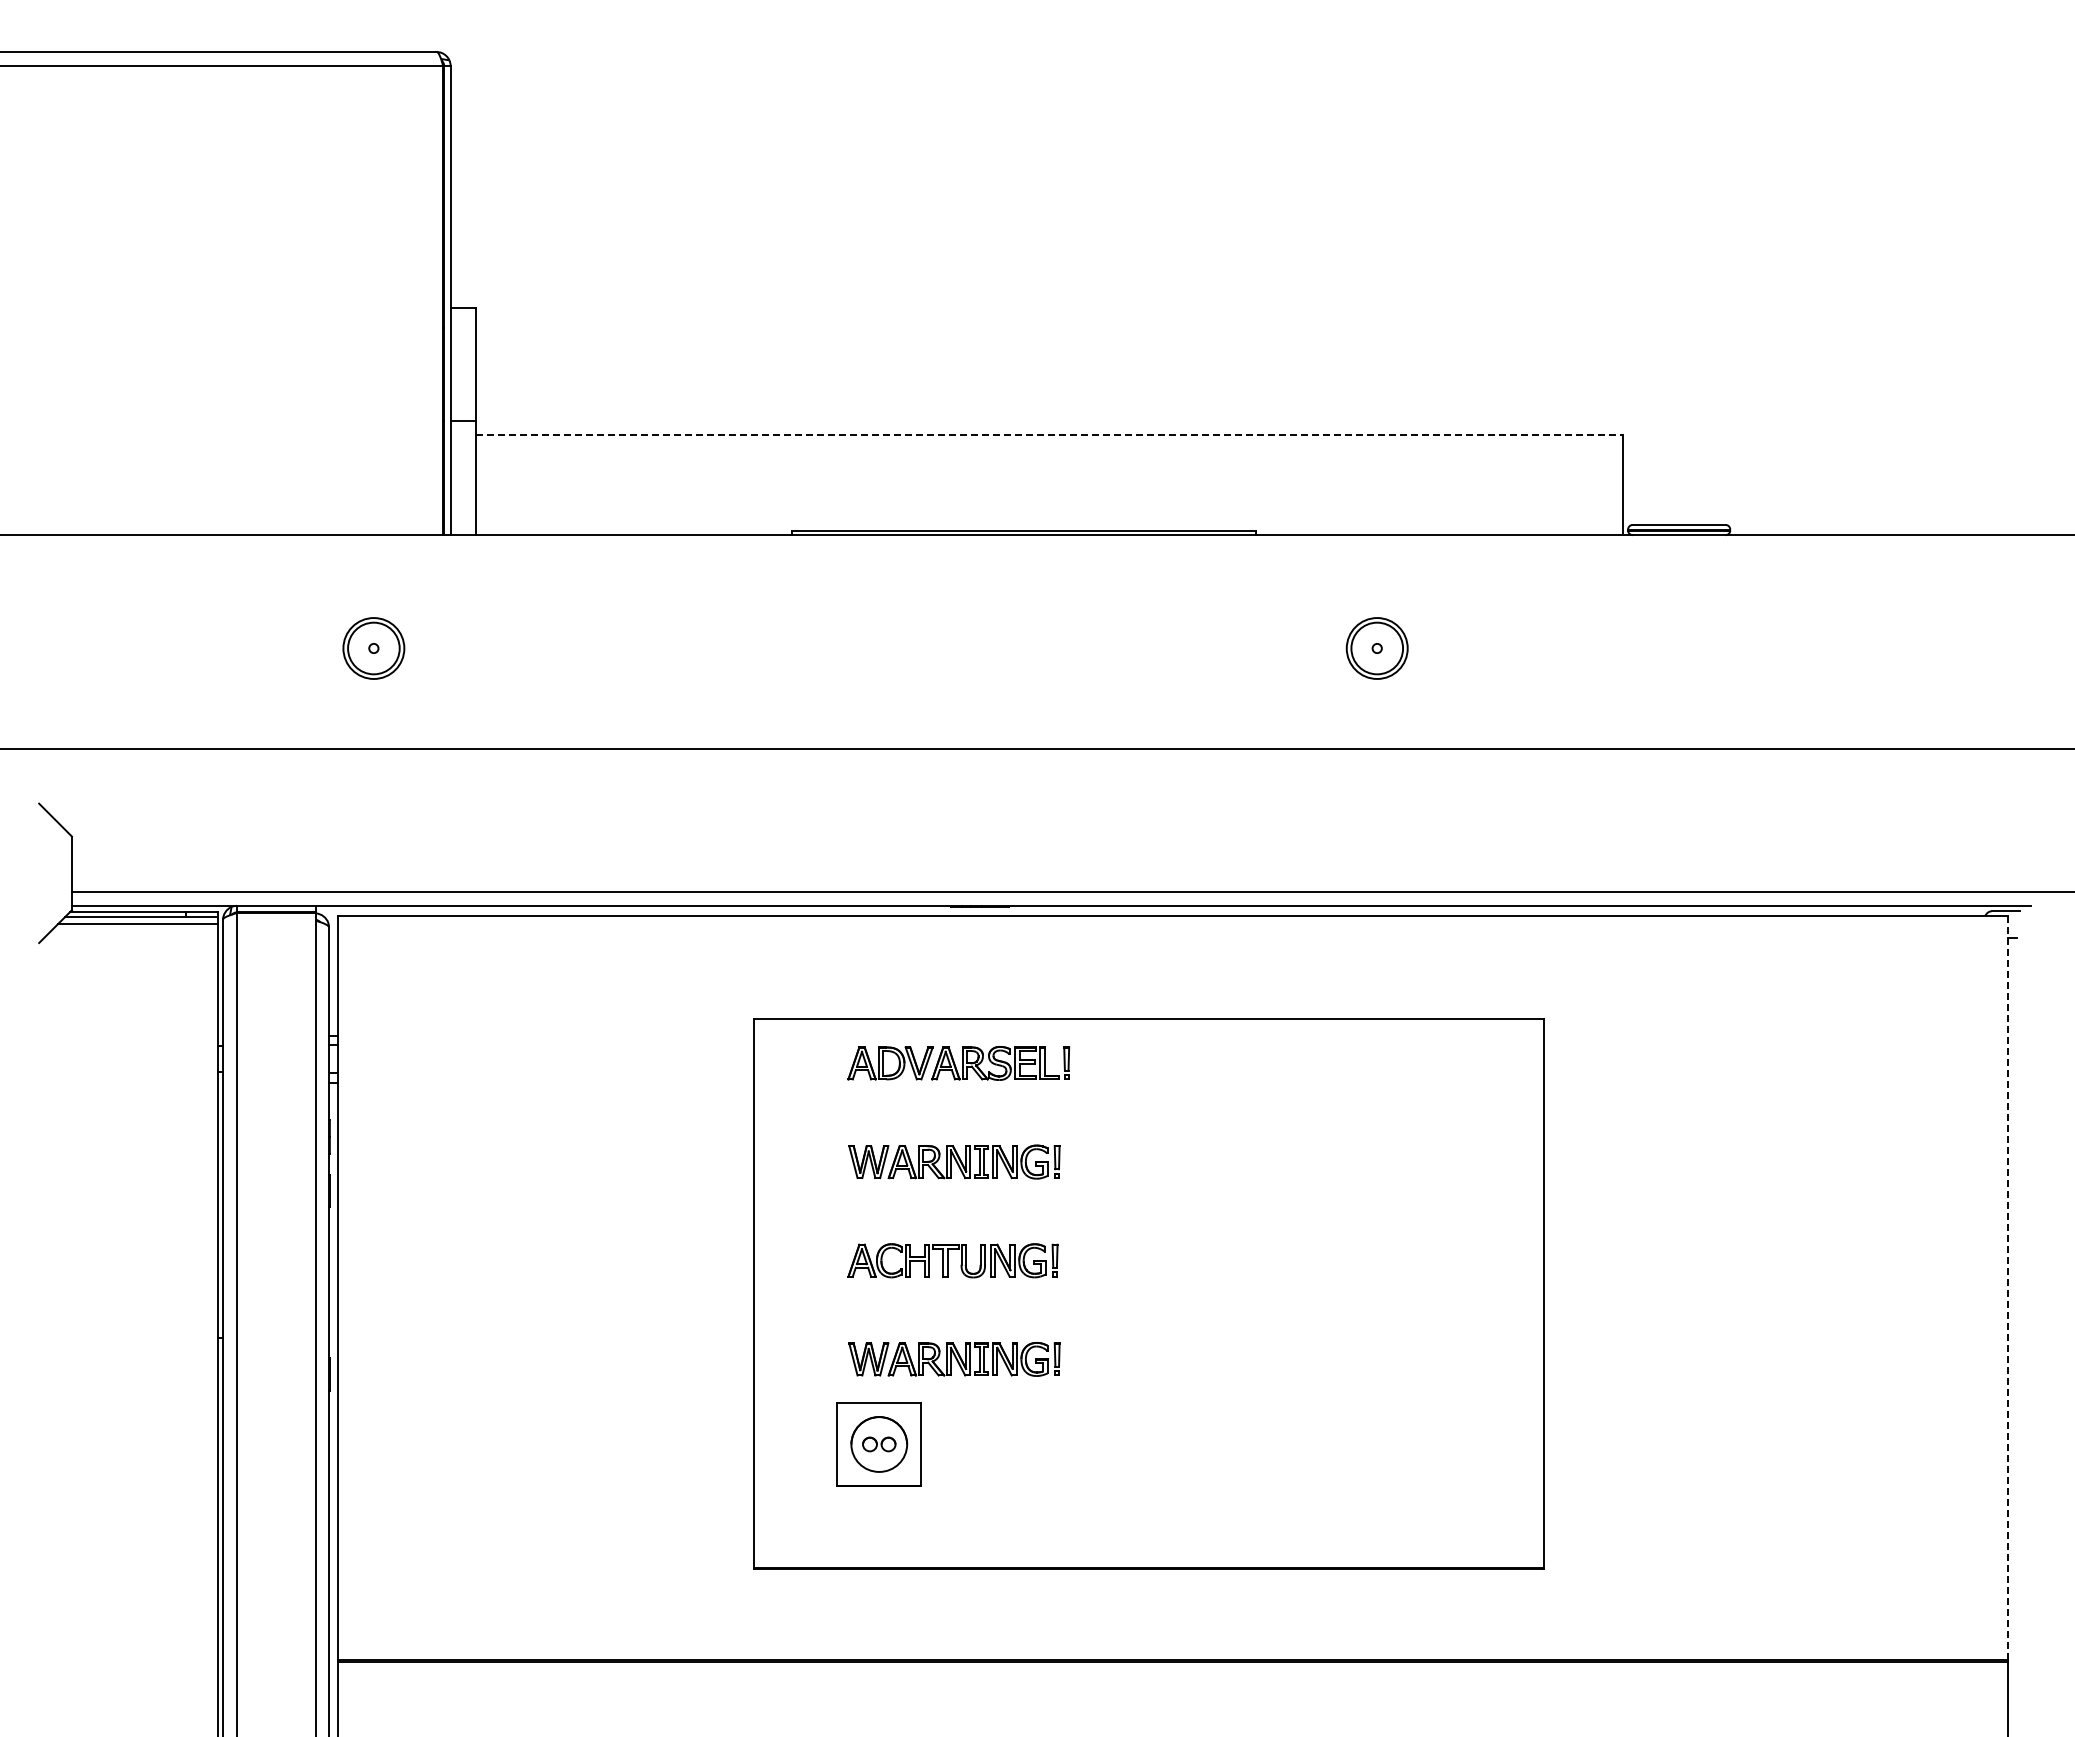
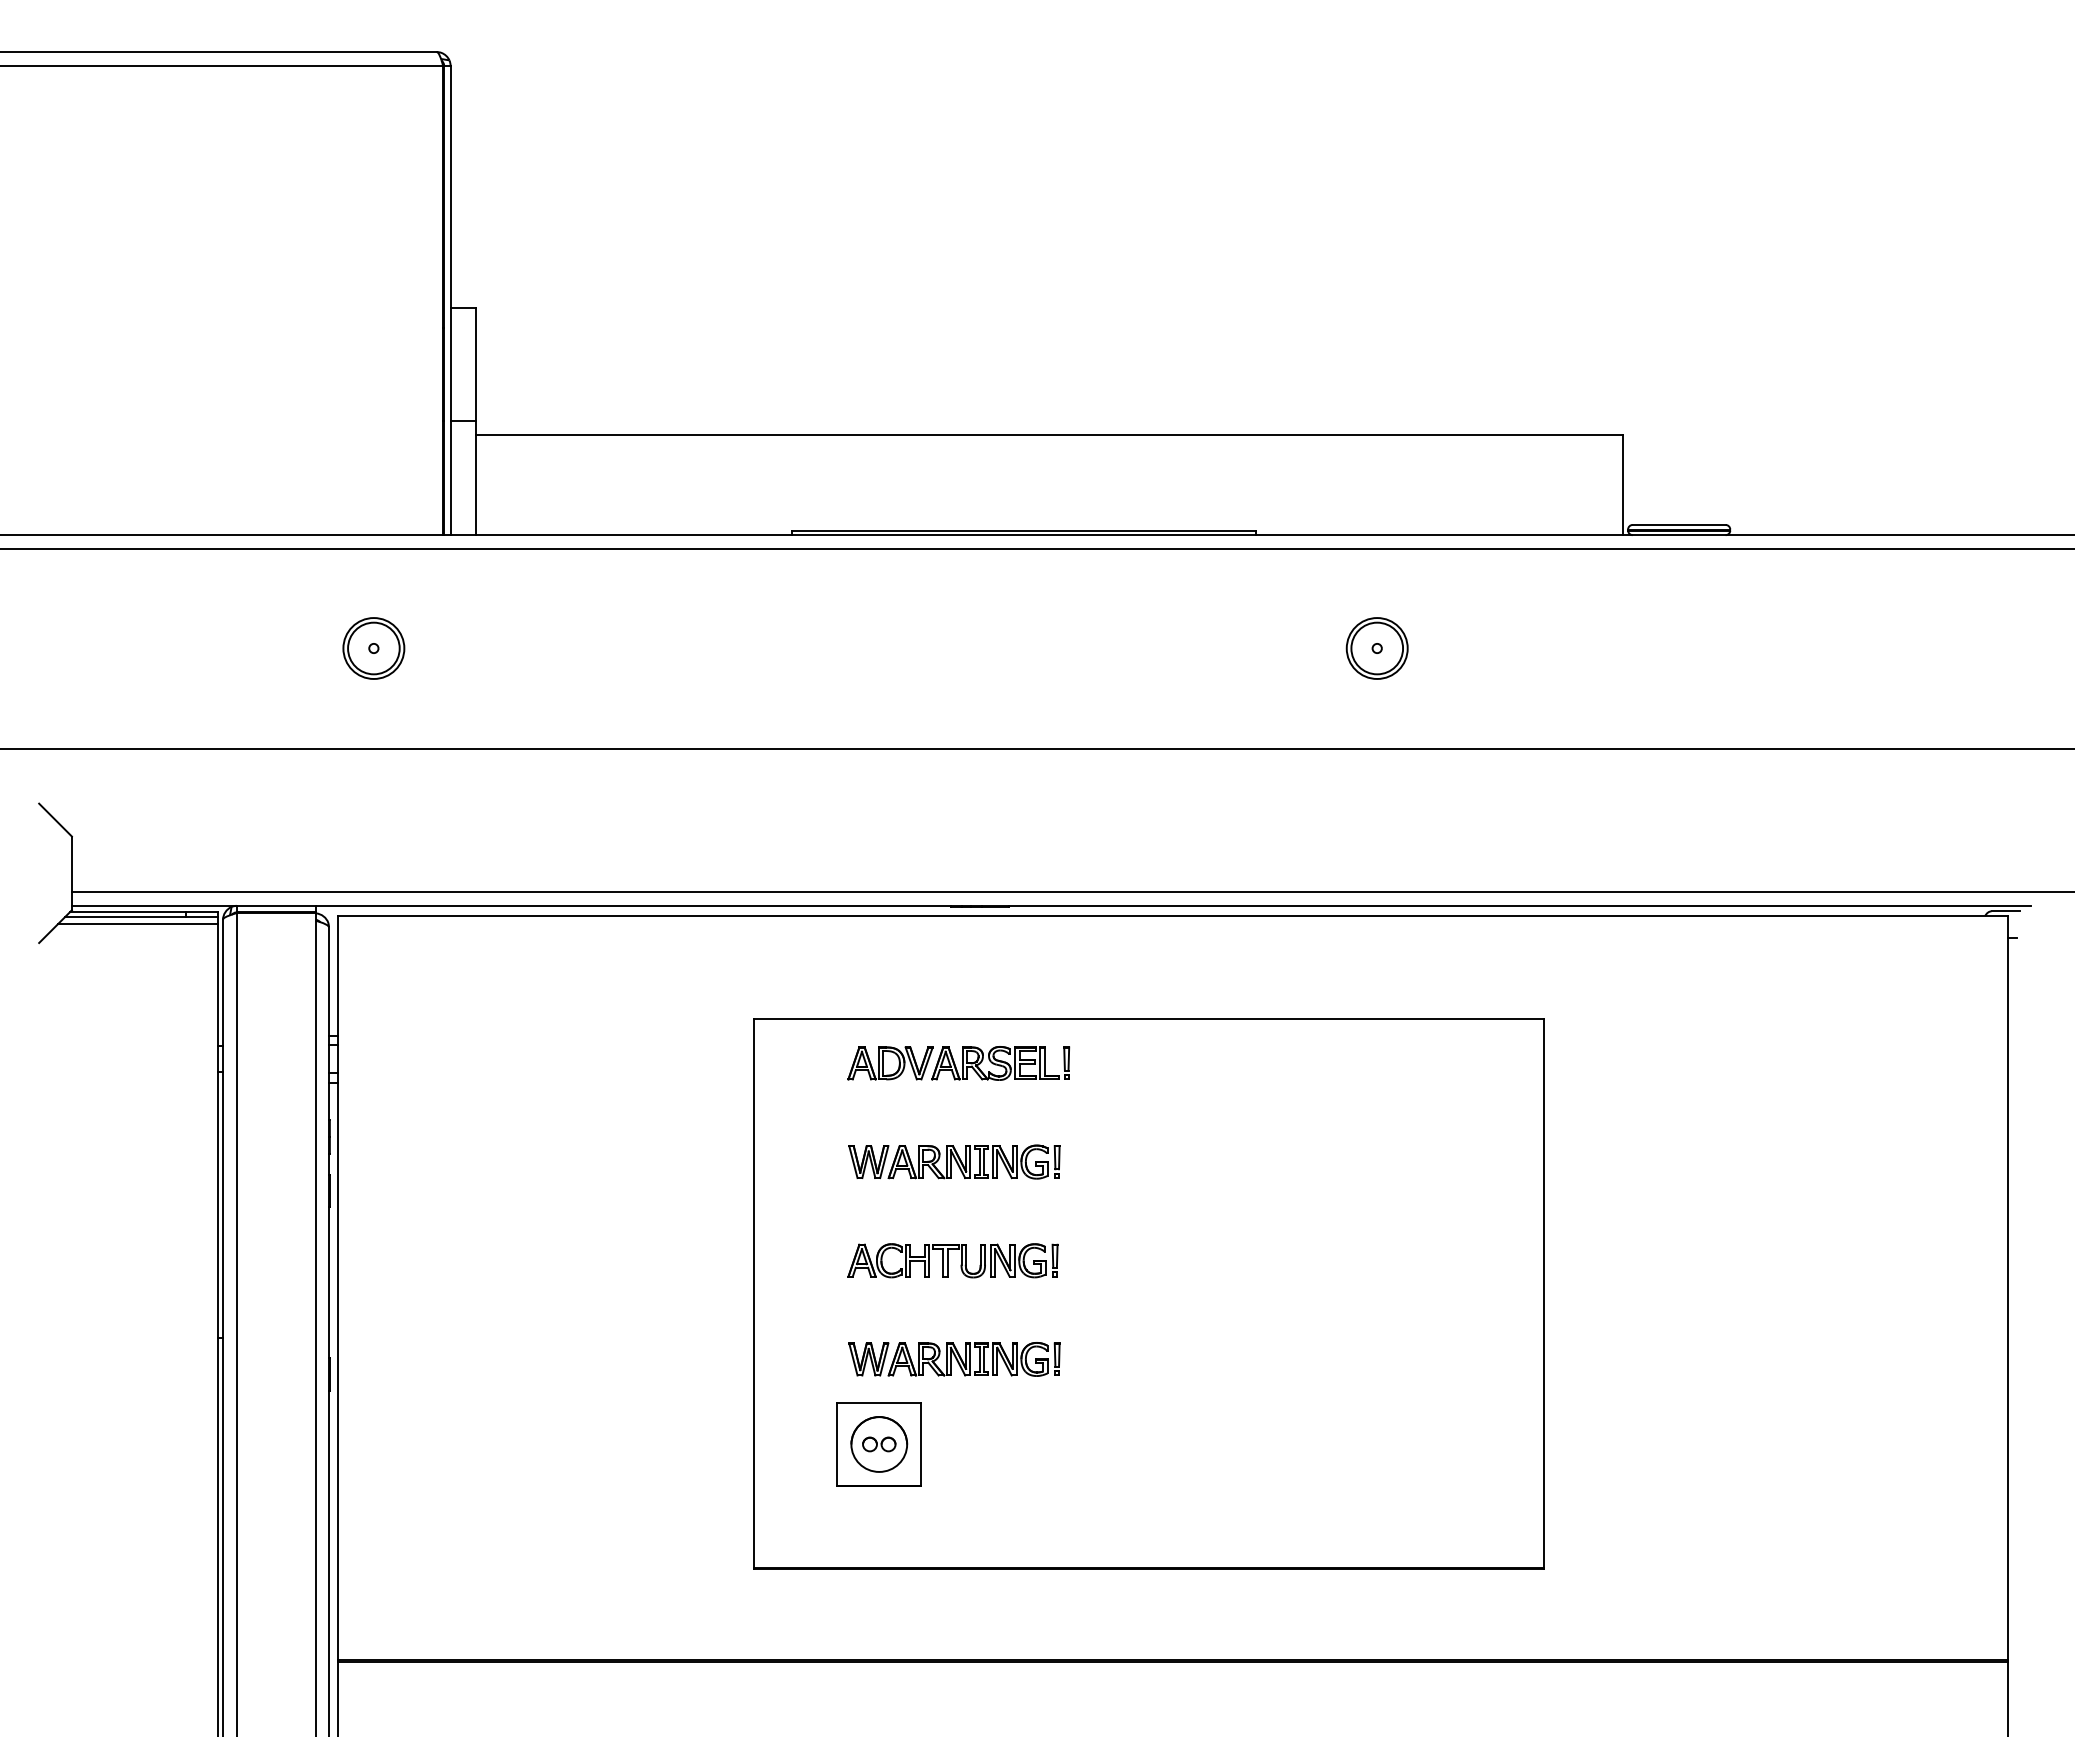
line at (1049, 434): dashed -> solid
line at (1036, 549): none -> present
line at (2008, 1288): dashed -> solid
